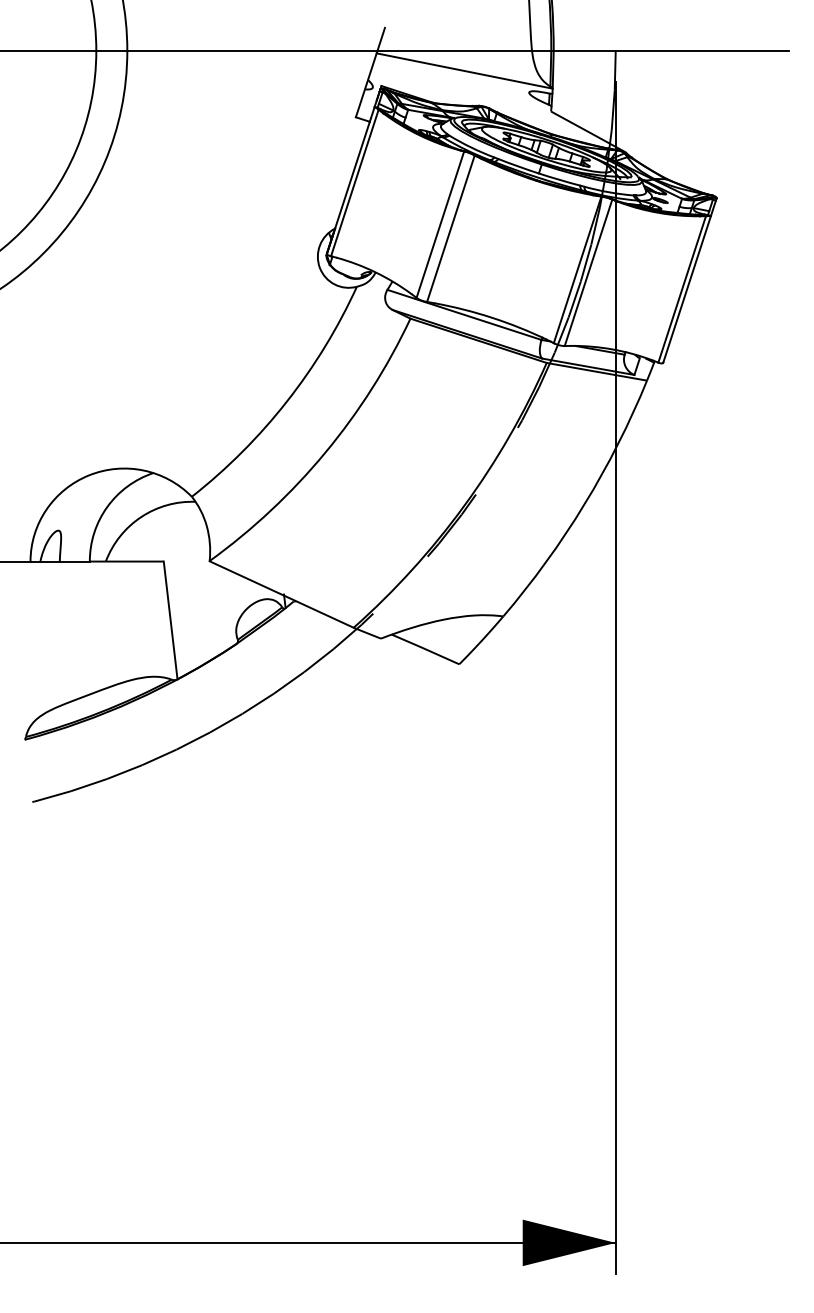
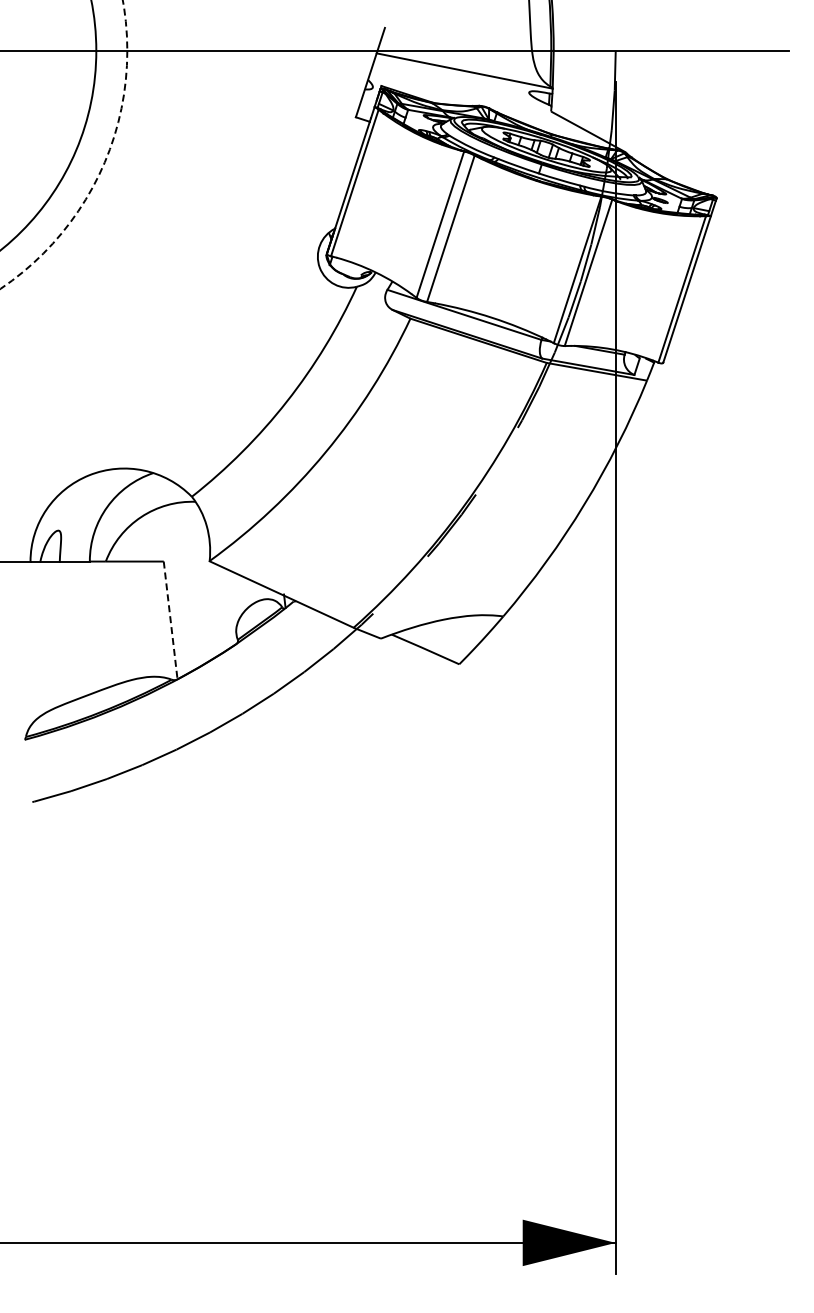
circle at (63, 144): solid -> dashed
line at (170, 620): solid -> dashed
